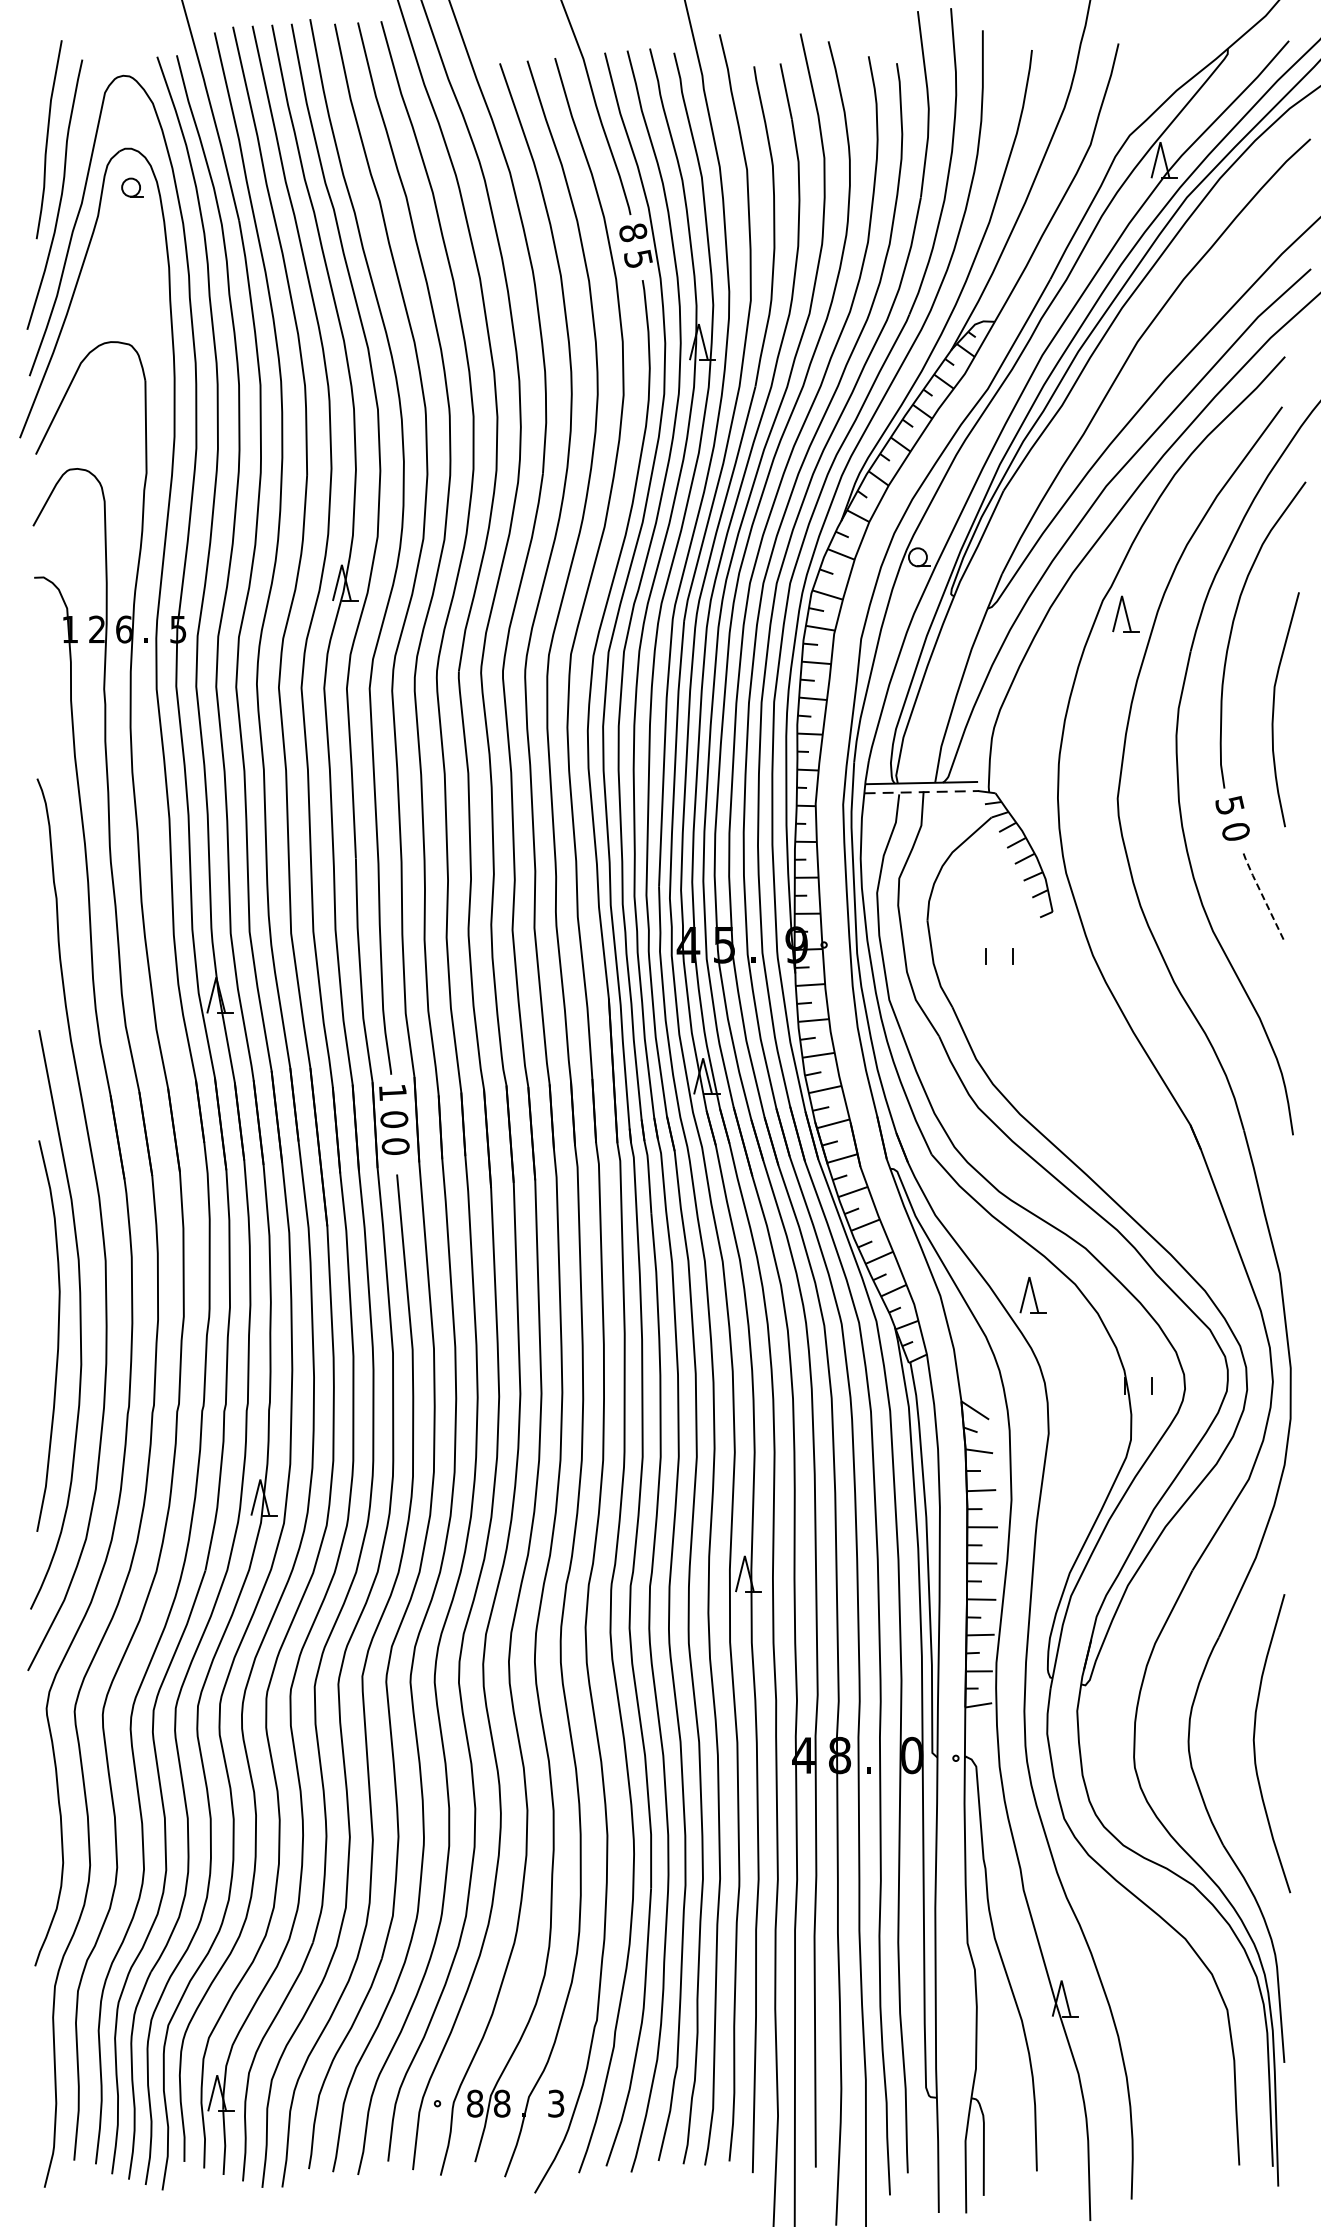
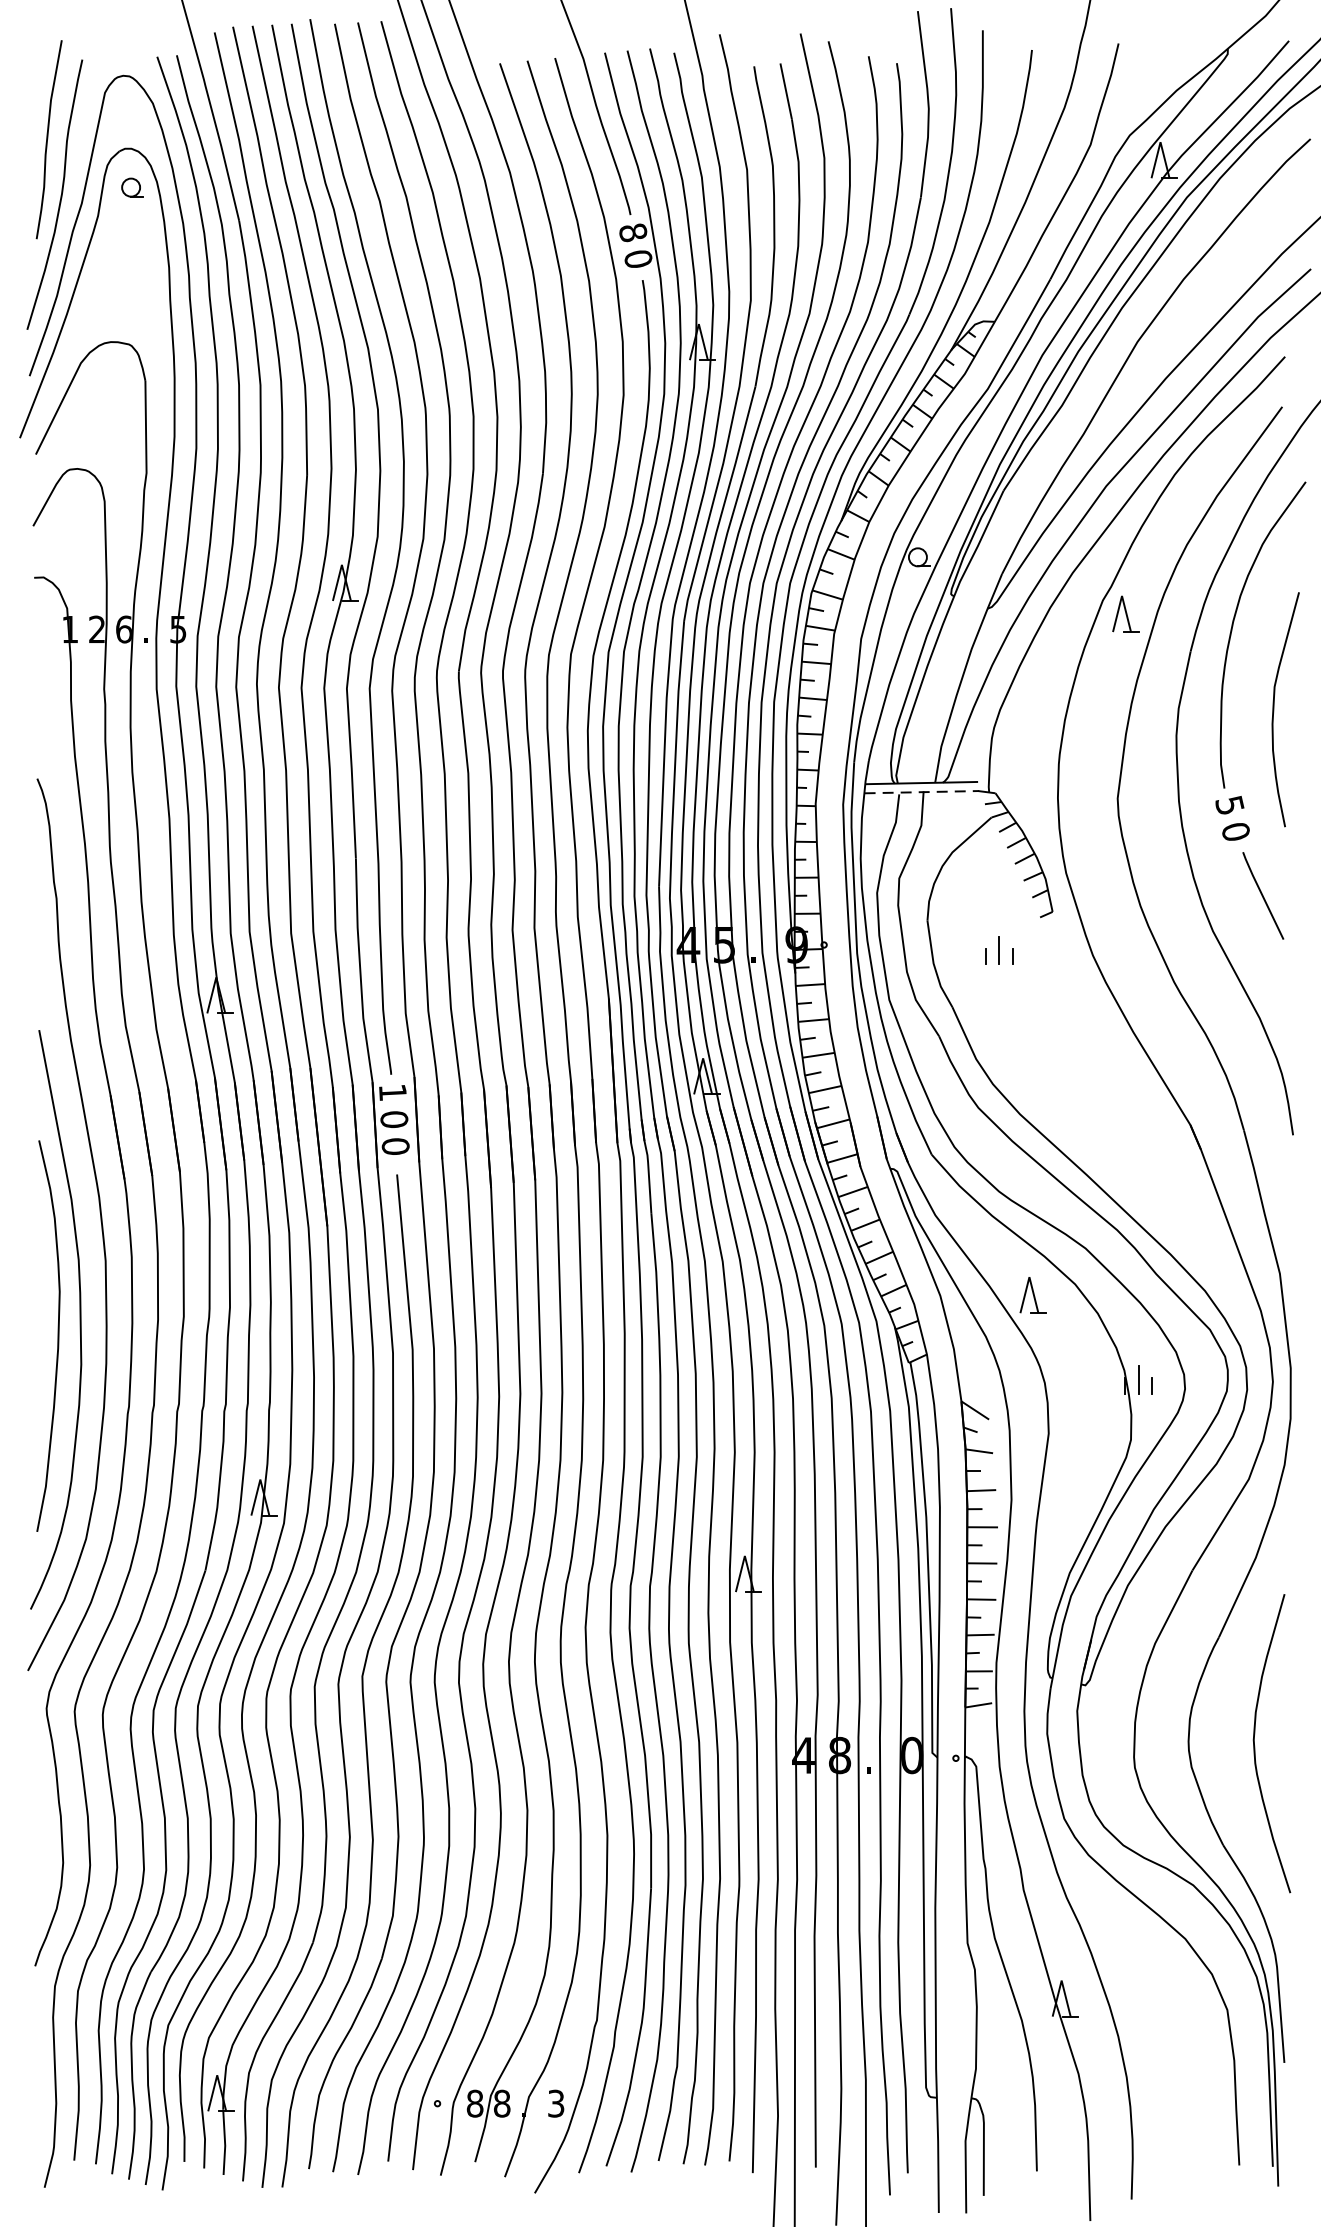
text at (638, 258): 5 -> 0
line at (1262, 895): dashed -> solid
line at (999, 950): none -> present
line at (1138, 1379): none -> present
